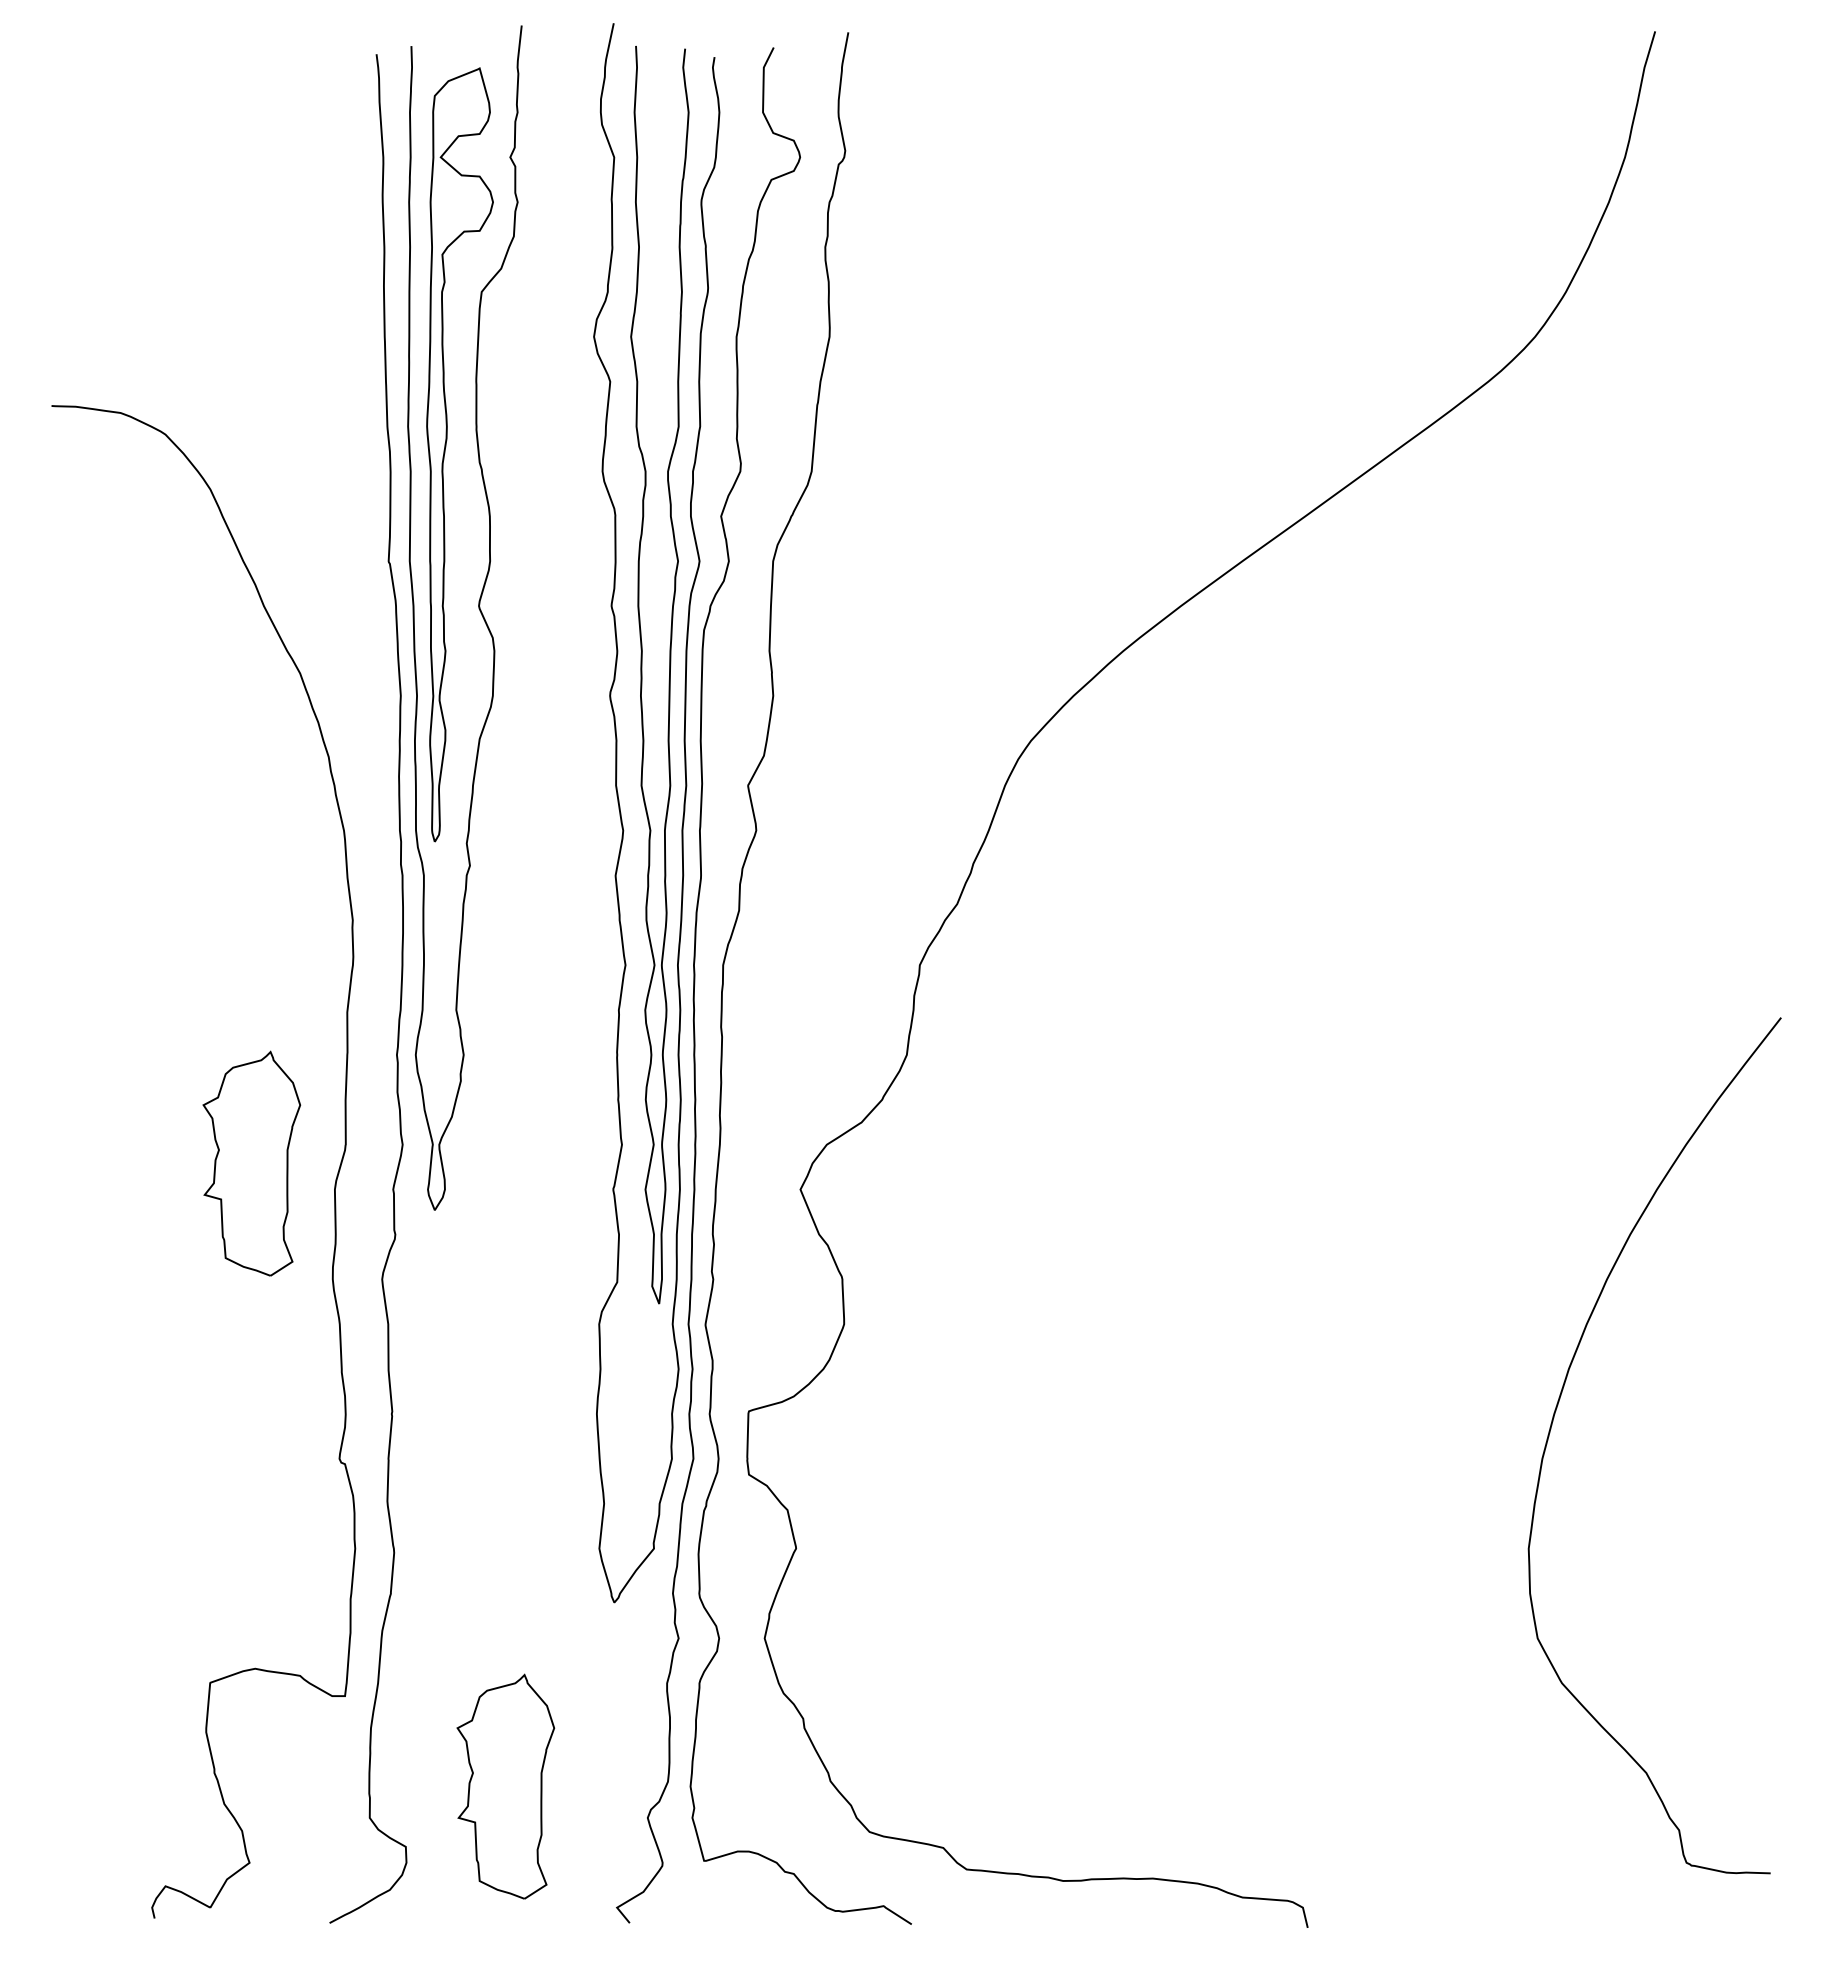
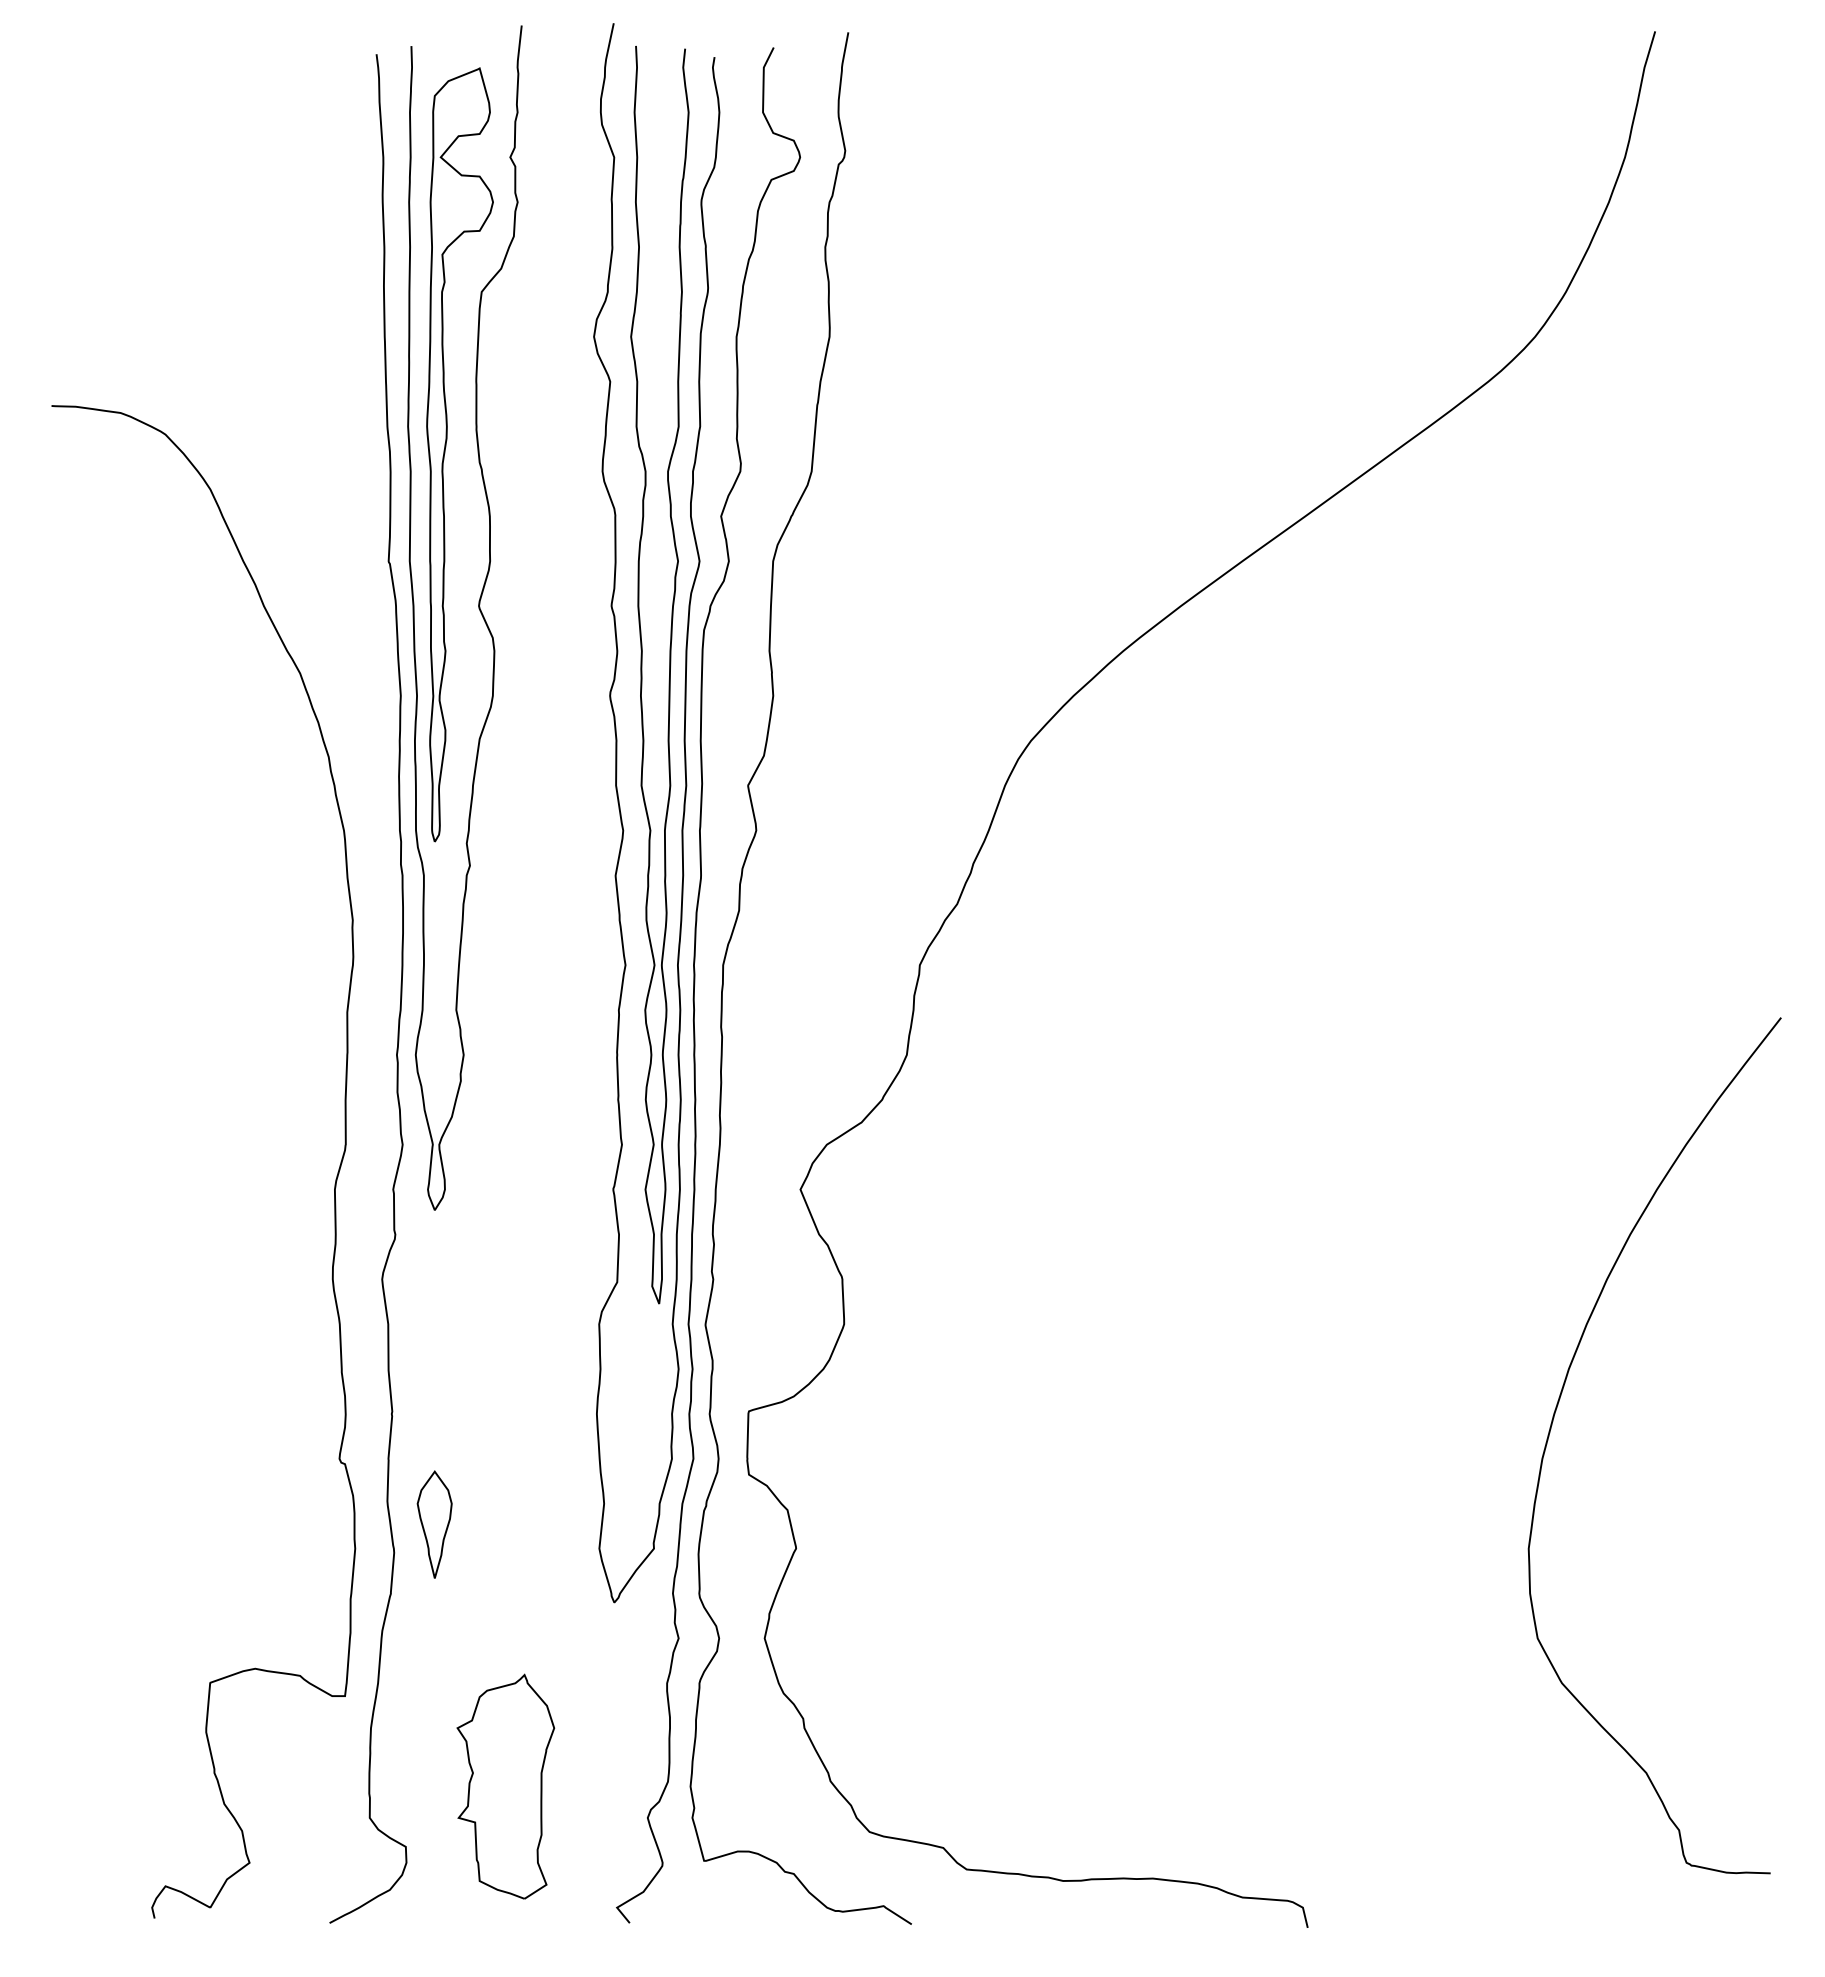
part at (251, 1163): present -> none
part at (434, 1524): none -> present
